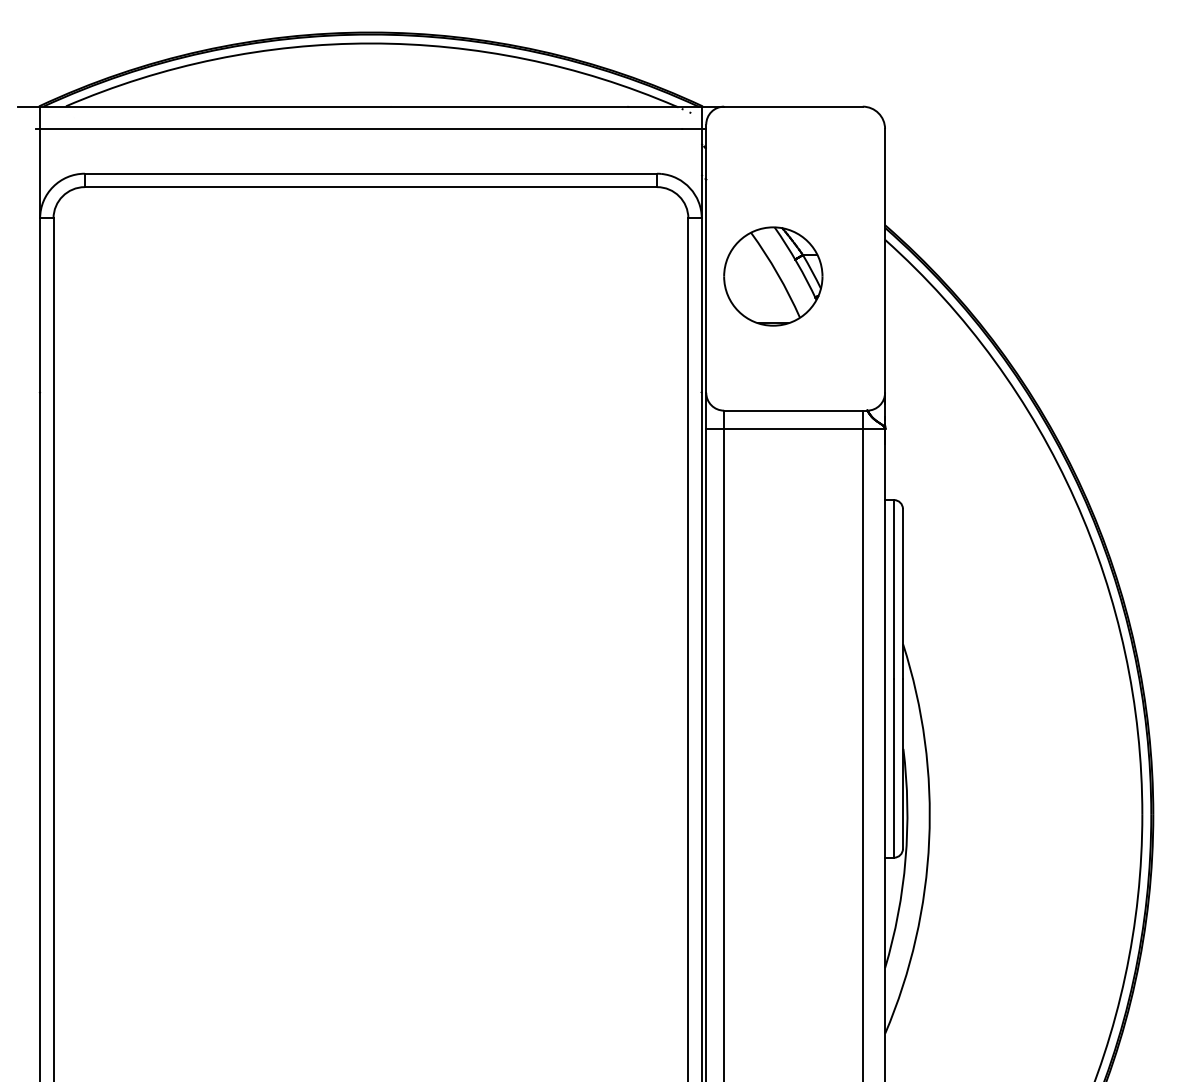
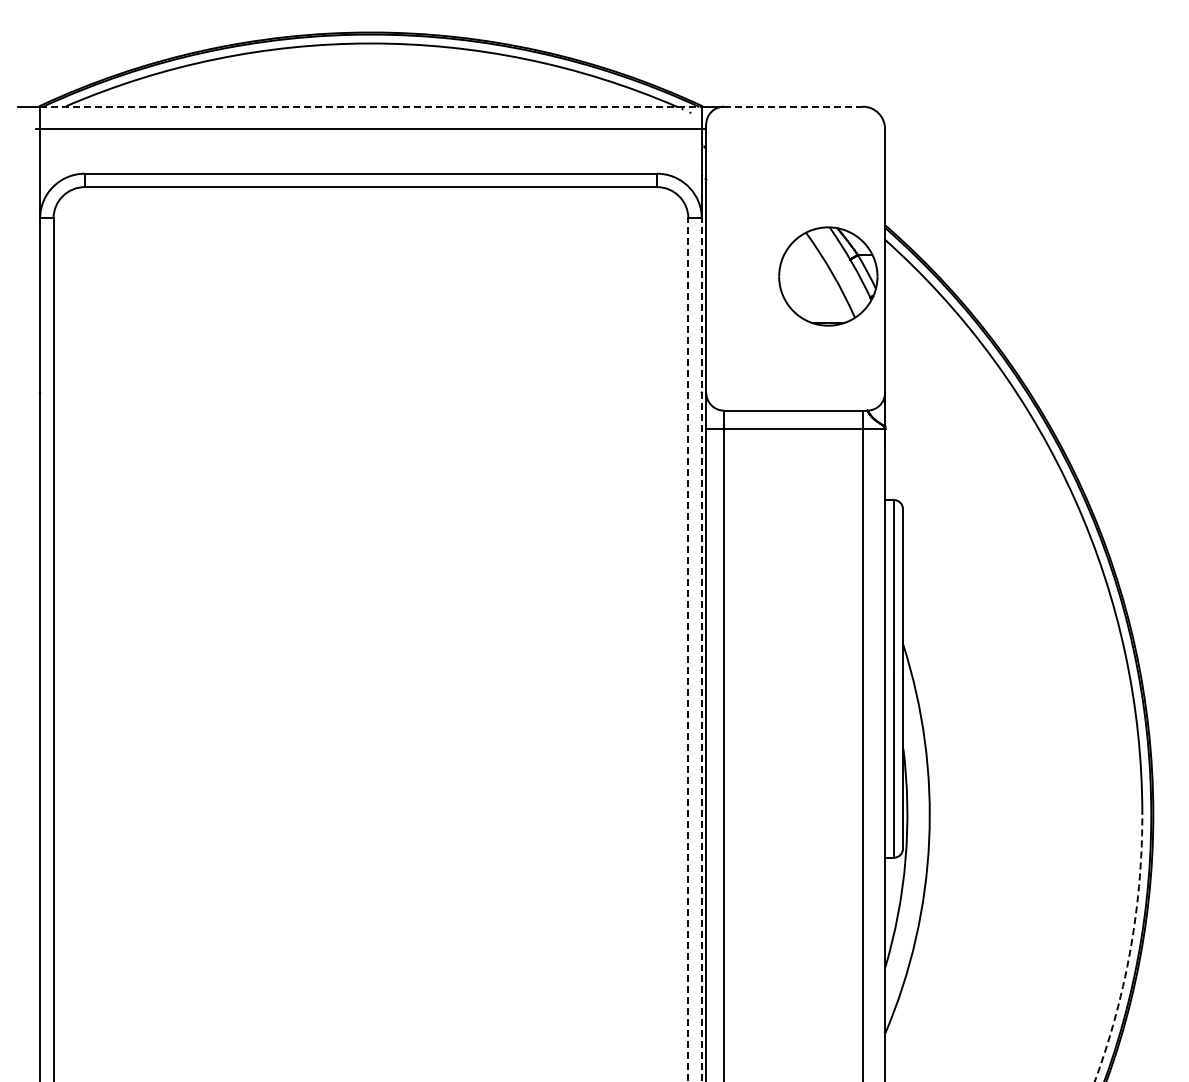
line at (370, 106): solid -> dashed
line at (792, 106): solid -> dashed
part at (773, 276) position: (773, 276) -> (828, 276)
line at (688, 649): solid -> dashed
line at (701, 649): solid -> dashed
arc at (1130, 951): solid -> dashed
